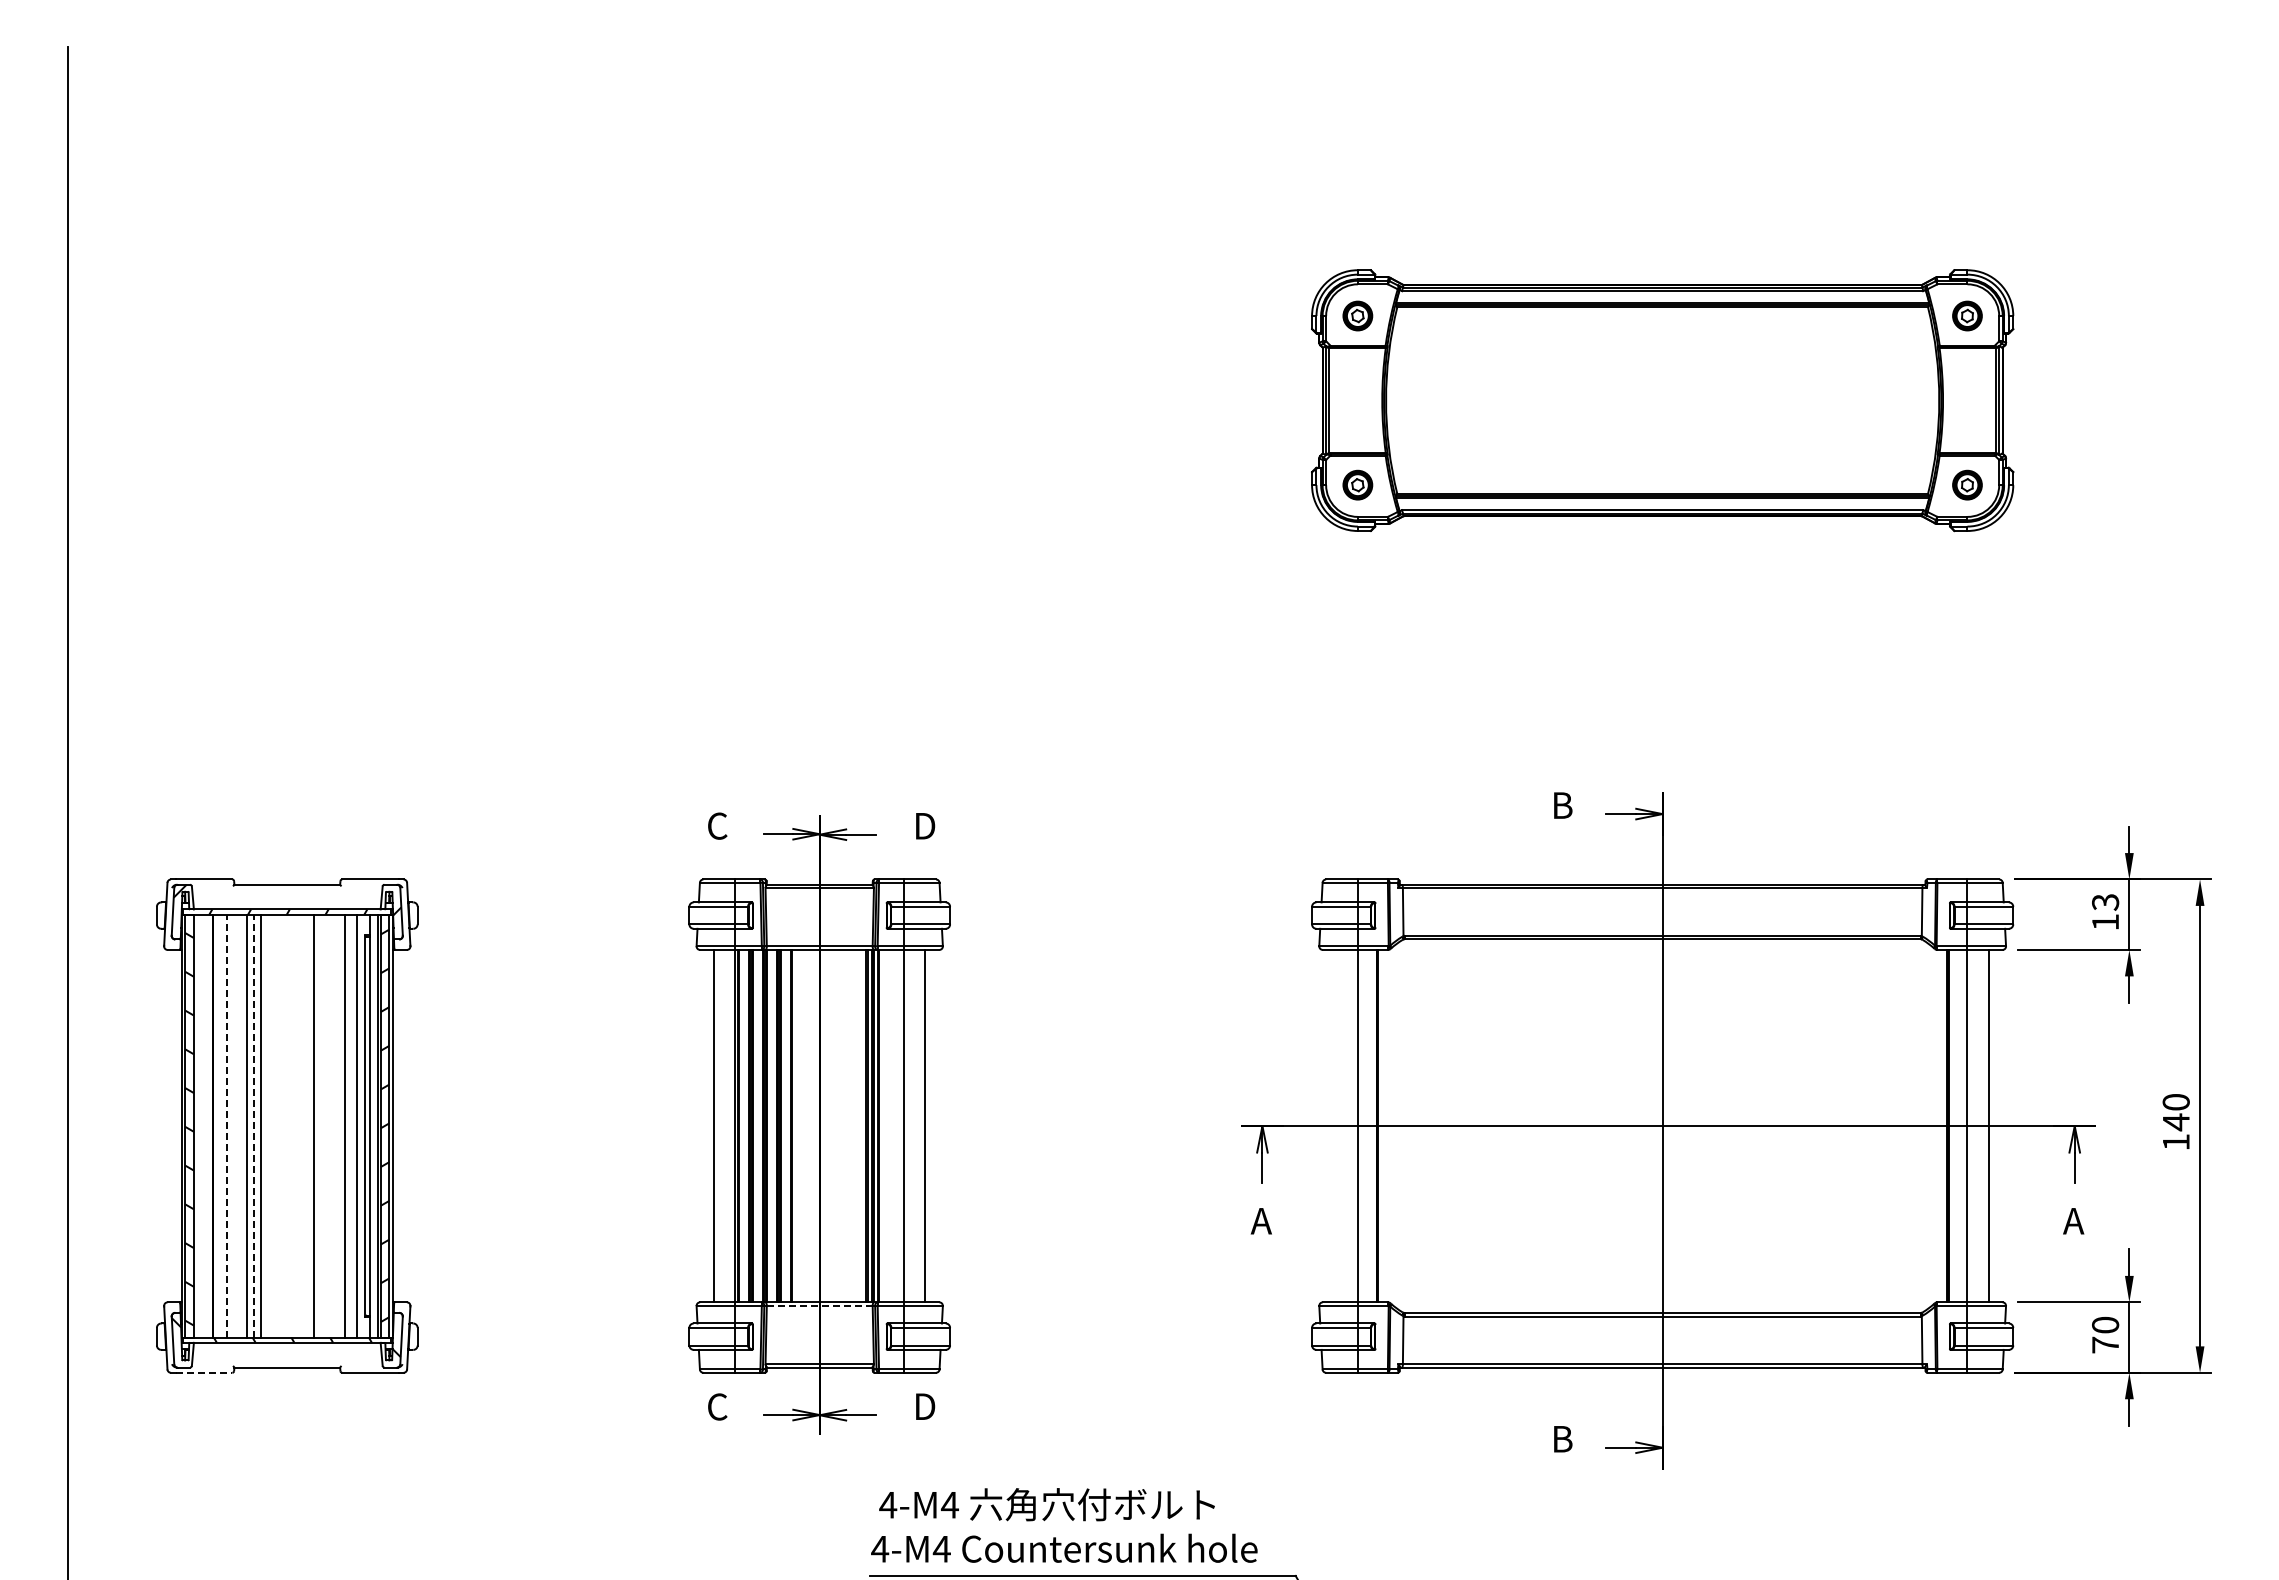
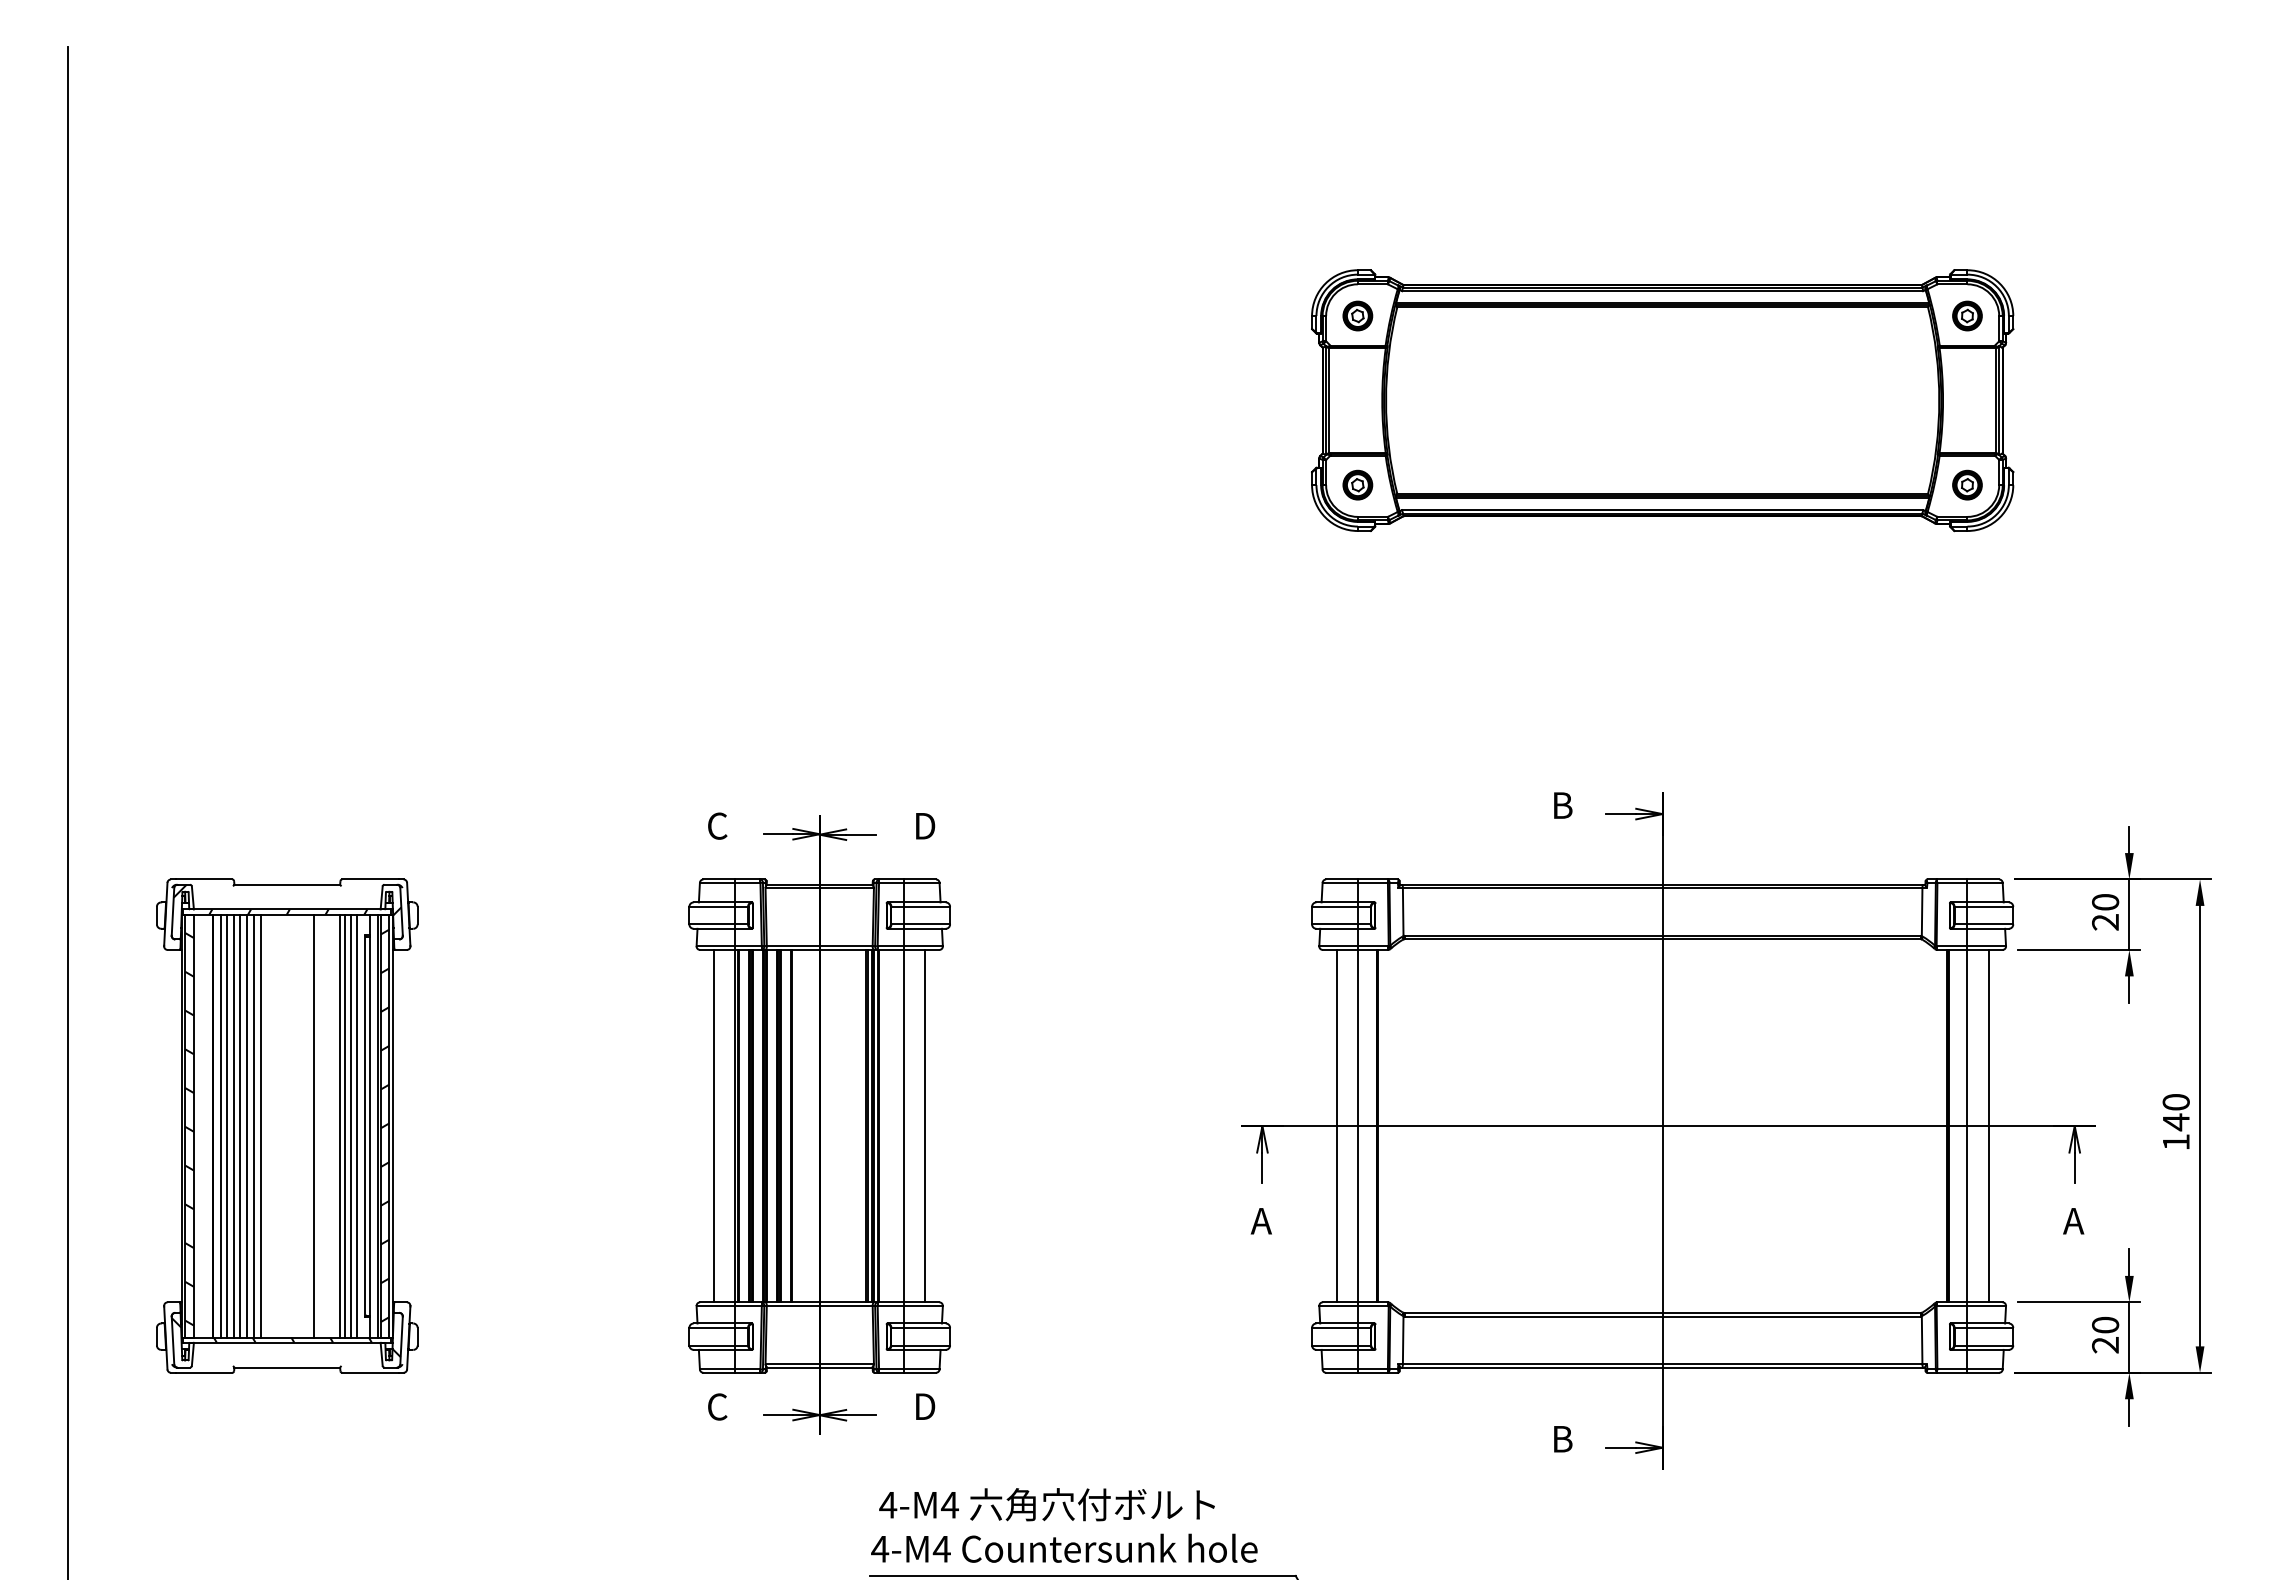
text at (2105, 912): 13 -> 20
line at (220, 1125): none -> present
line at (227, 1125): dashed -> solid
line at (234, 1125): none -> present
line at (240, 1125): none -> present
line at (253, 1125): dashed -> solid
line at (340, 1125): none -> present
line at (351, 1125): none -> present
line at (1336, 1125): none -> present
line at (819, 1306): dashed -> solid
text at (2105, 1344): 70 -> 20
line at (204, 1372): dashed -> solid
